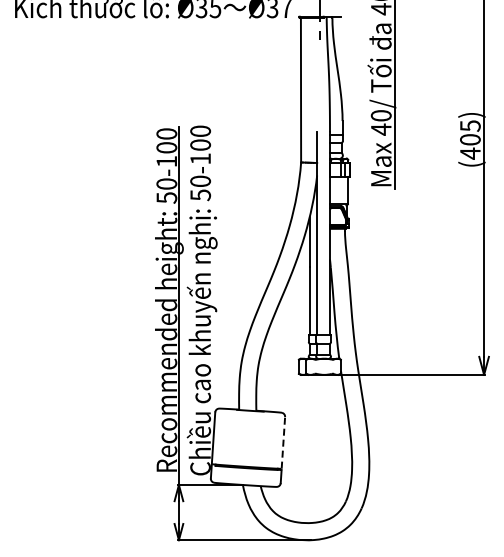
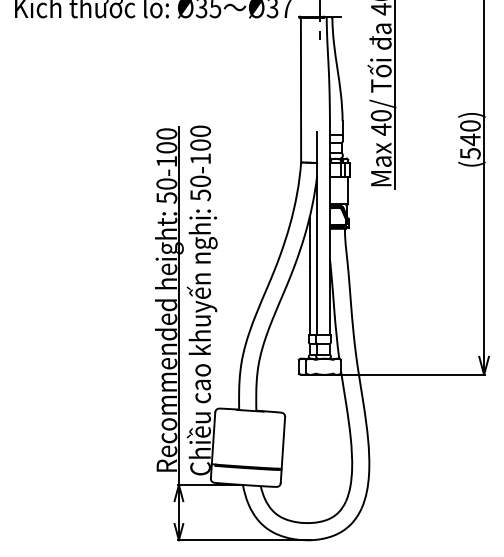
text at (470, 139): (405) -> (540)
line at (283, 442): dashed -> solid
